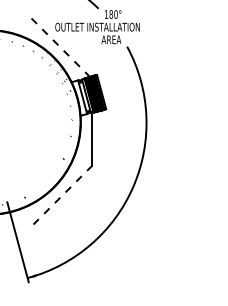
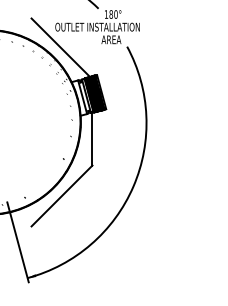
line at (61, 48): dashed -> solid
line at (61, 196): dashed -> solid
